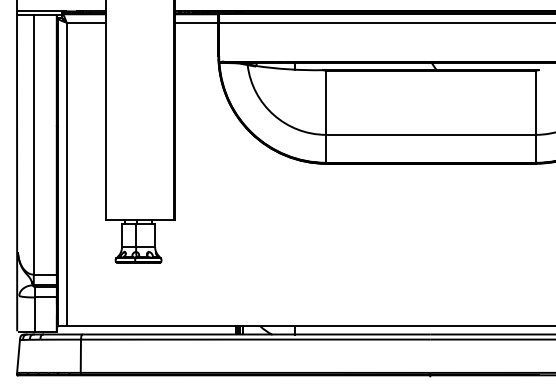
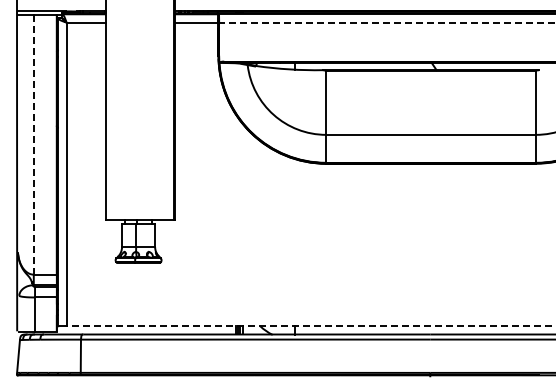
line at (386, 22): solid -> dashed
line at (33, 145): solid -> dashed
line at (310, 326): solid -> dashed
